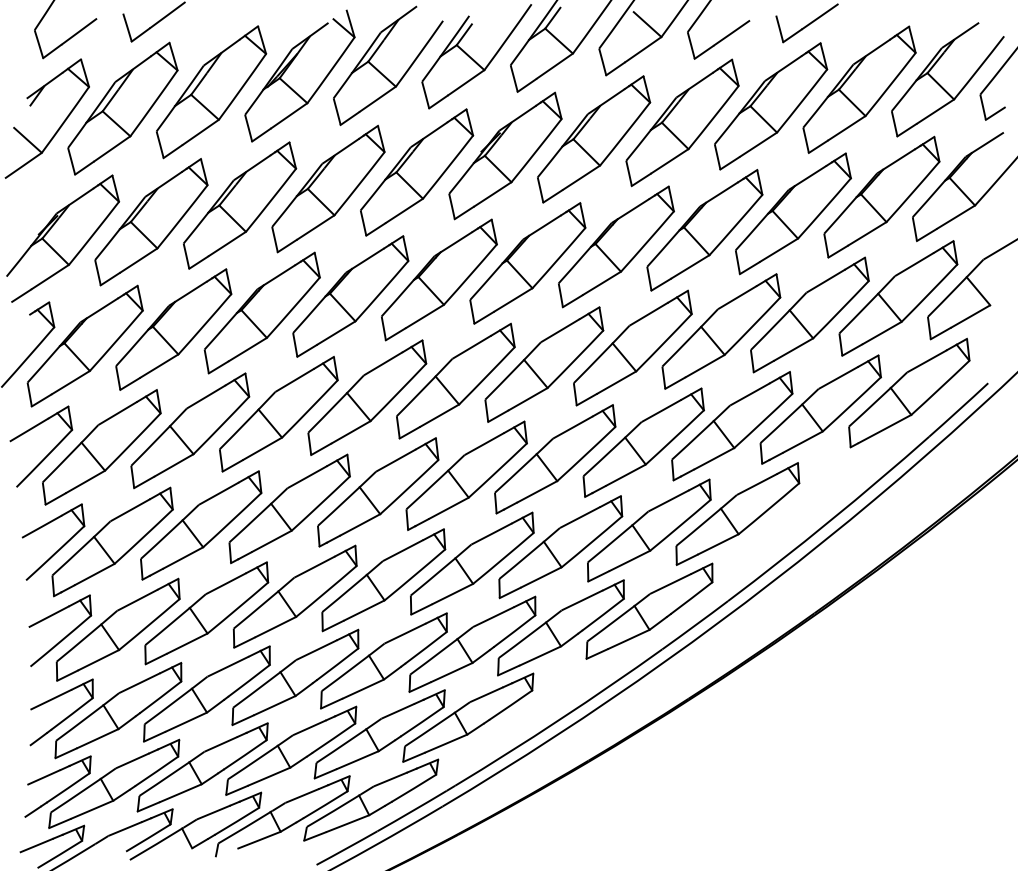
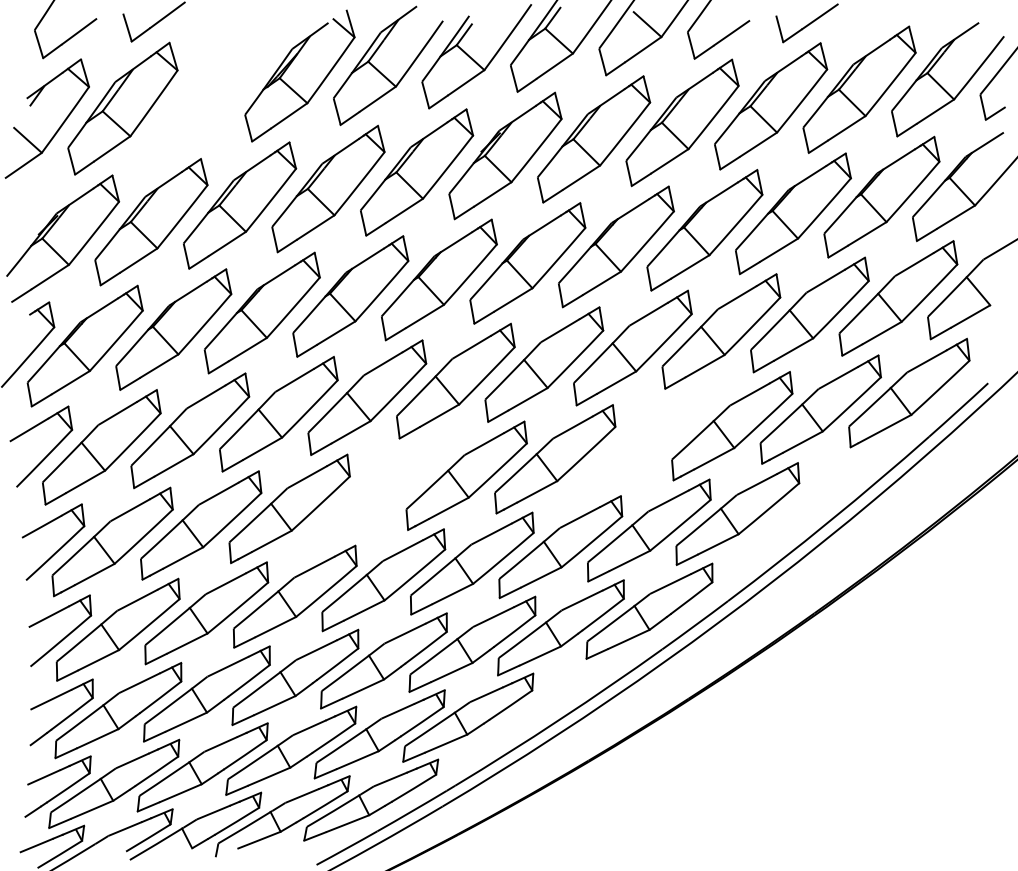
part at (211, 92): present -> none
part at (643, 442): present -> none
part at (378, 492): present -> none
